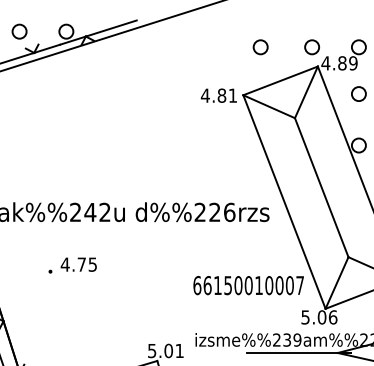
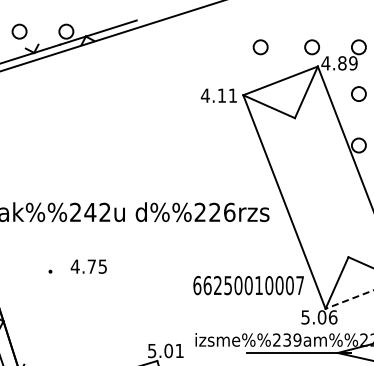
text at (221, 95): 4.81 -> 4.11
line at (321, 187): present -> none
text at (78, 264) position: (78, 264) -> (88, 266)
text at (217, 285): 66150010007 -> 66250010007
line at (348, 299): solid -> dashed
